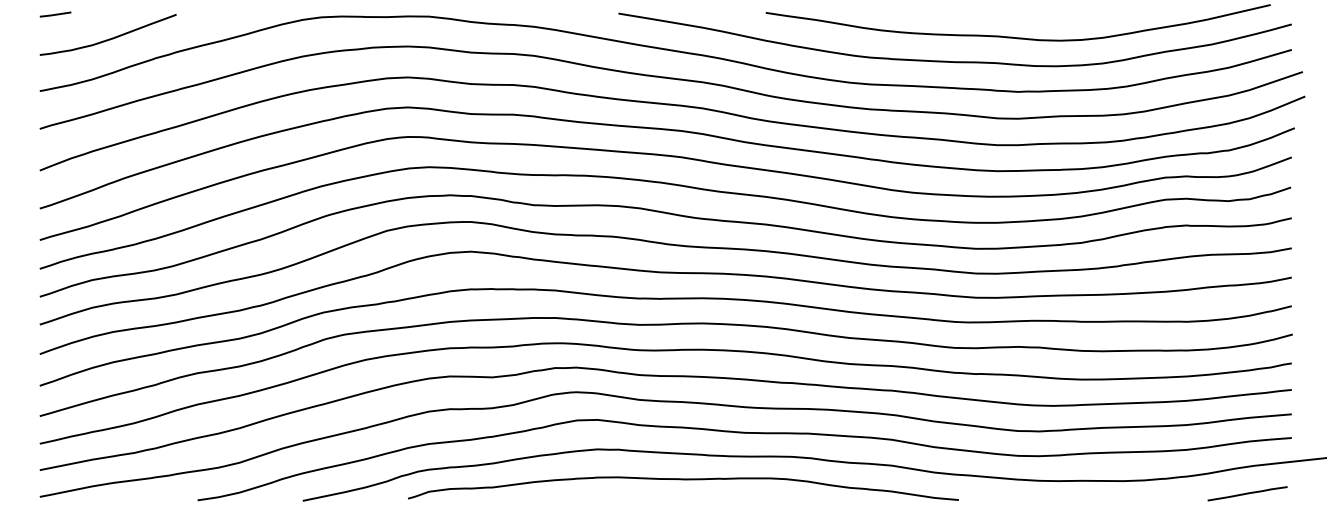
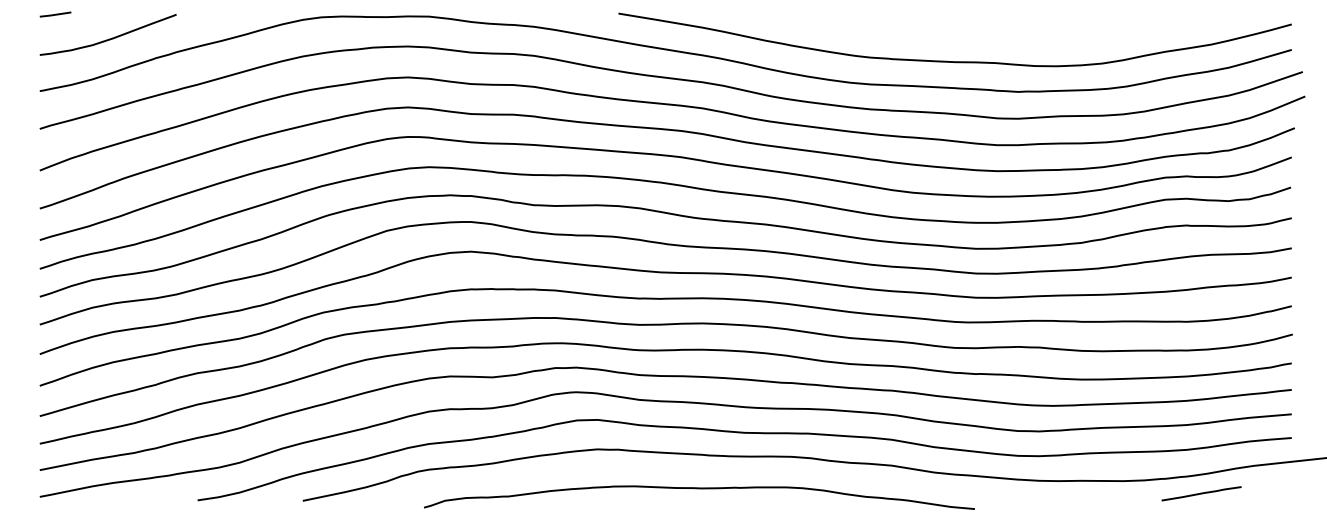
curve at (1012, 36): present -> none
curve at (683, 480) position: (683, 480) -> (699, 489)
line at (1247, 493) position: (1247, 493) -> (1201, 493)
